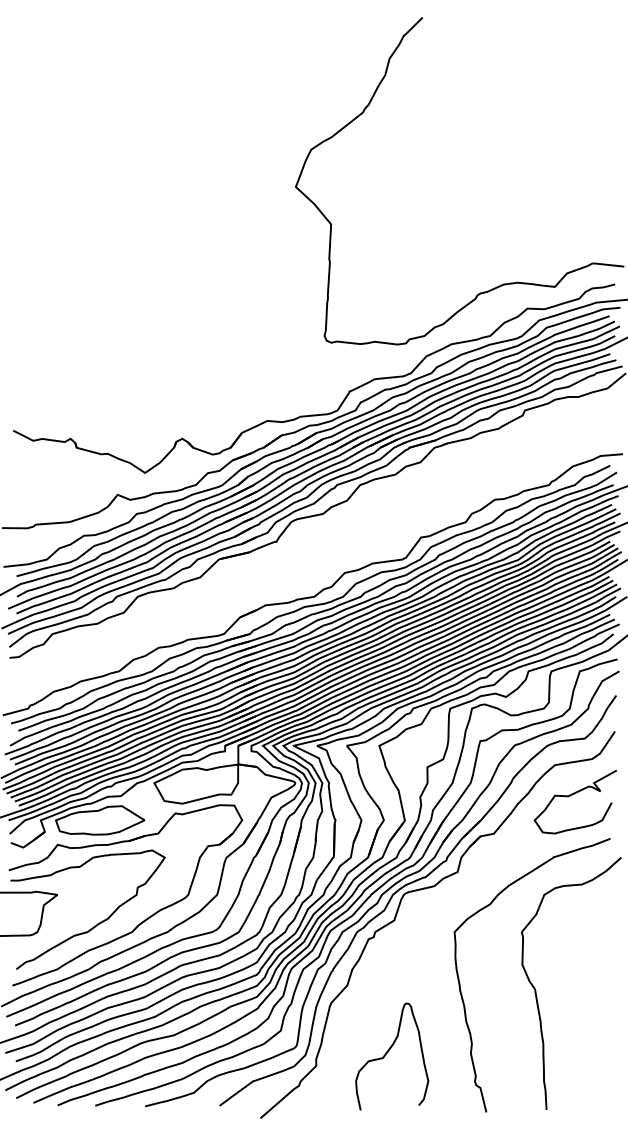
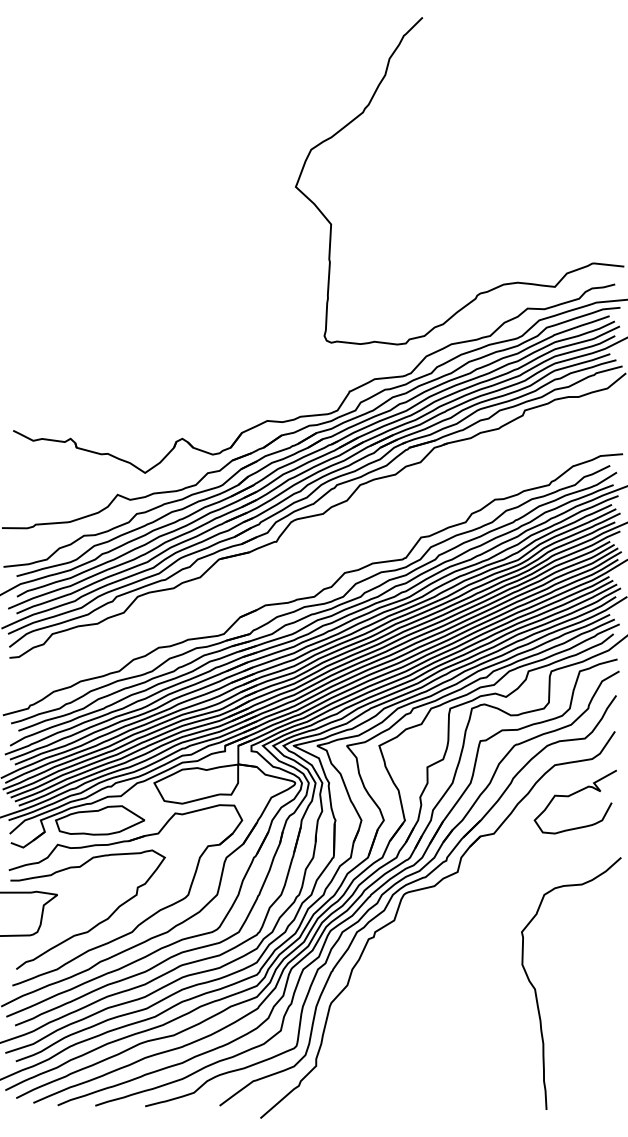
curve at (460, 983): present -> none
curve at (388, 1052): present -> none
